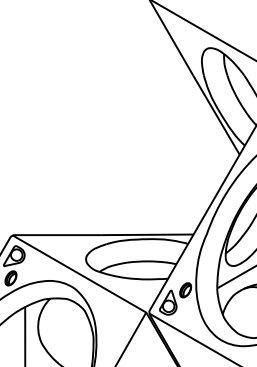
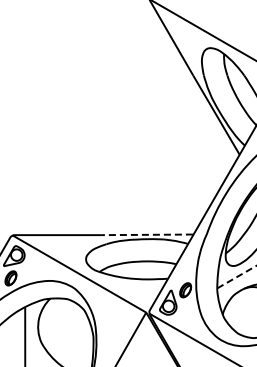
line at (147, 234): solid -> dashed
line at (237, 276): solid -> dashed
